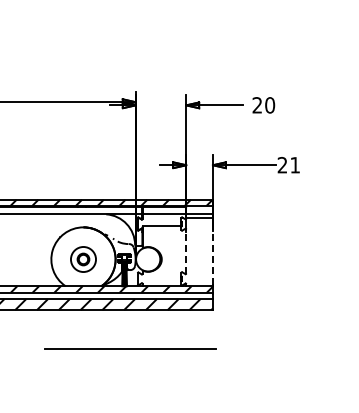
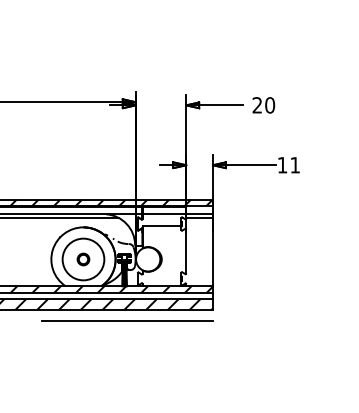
text at (282, 165): 21 -> 11
line at (60, 217): none -> present
line at (186, 252): dashed -> solid
line at (212, 257): dashed -> solid
circle at (83, 259) diameter: 25 px -> 42 px
line at (130, 348) position: (130, 348) -> (127, 320)
